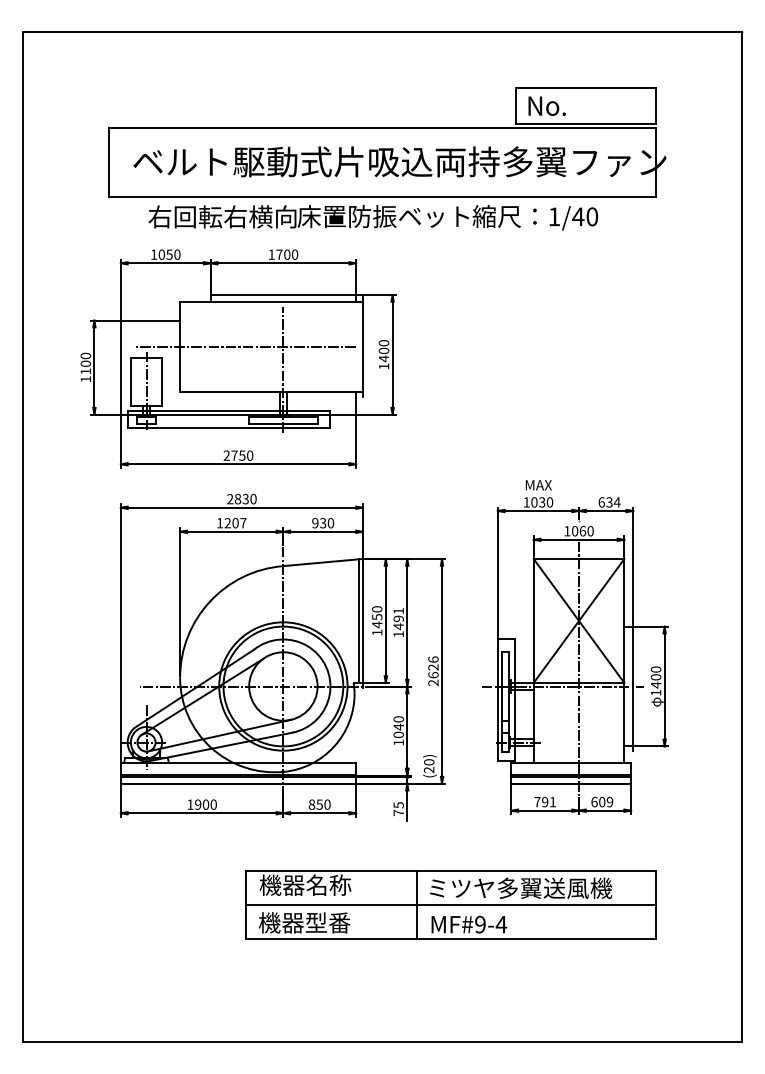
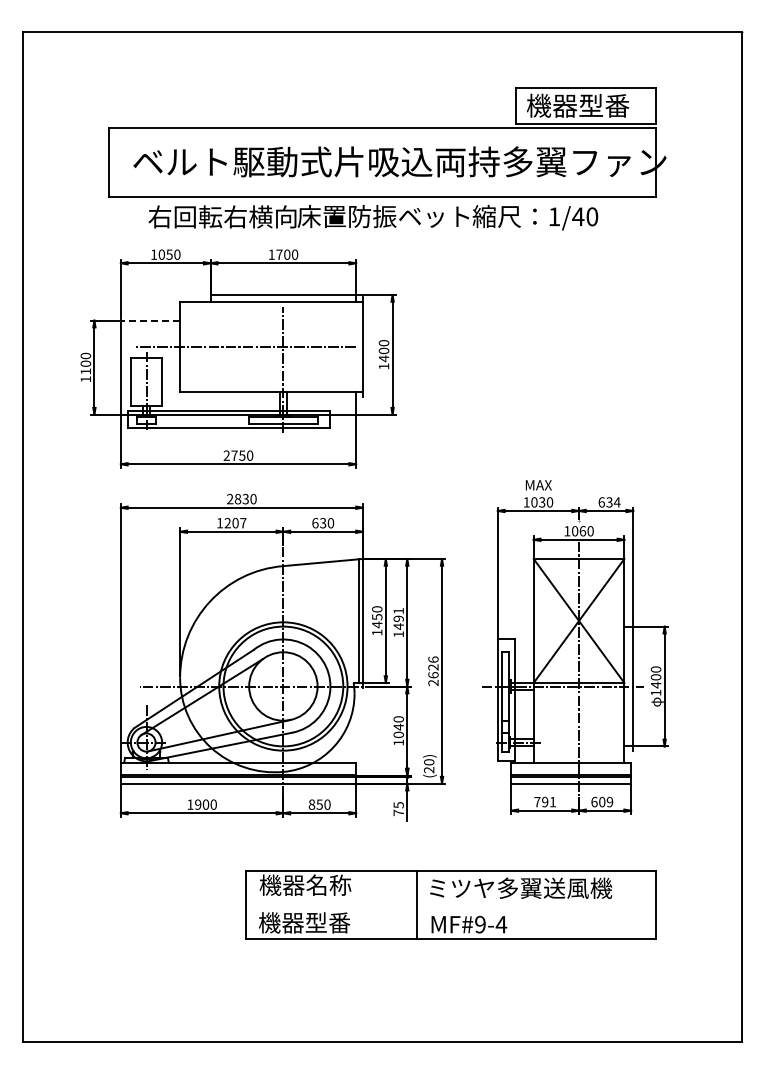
text at (577, 105): No. -> 機器型番
line at (150, 320): solid -> dashed
text at (315, 523): 930 -> 630
line at (450, 904): present -> none
